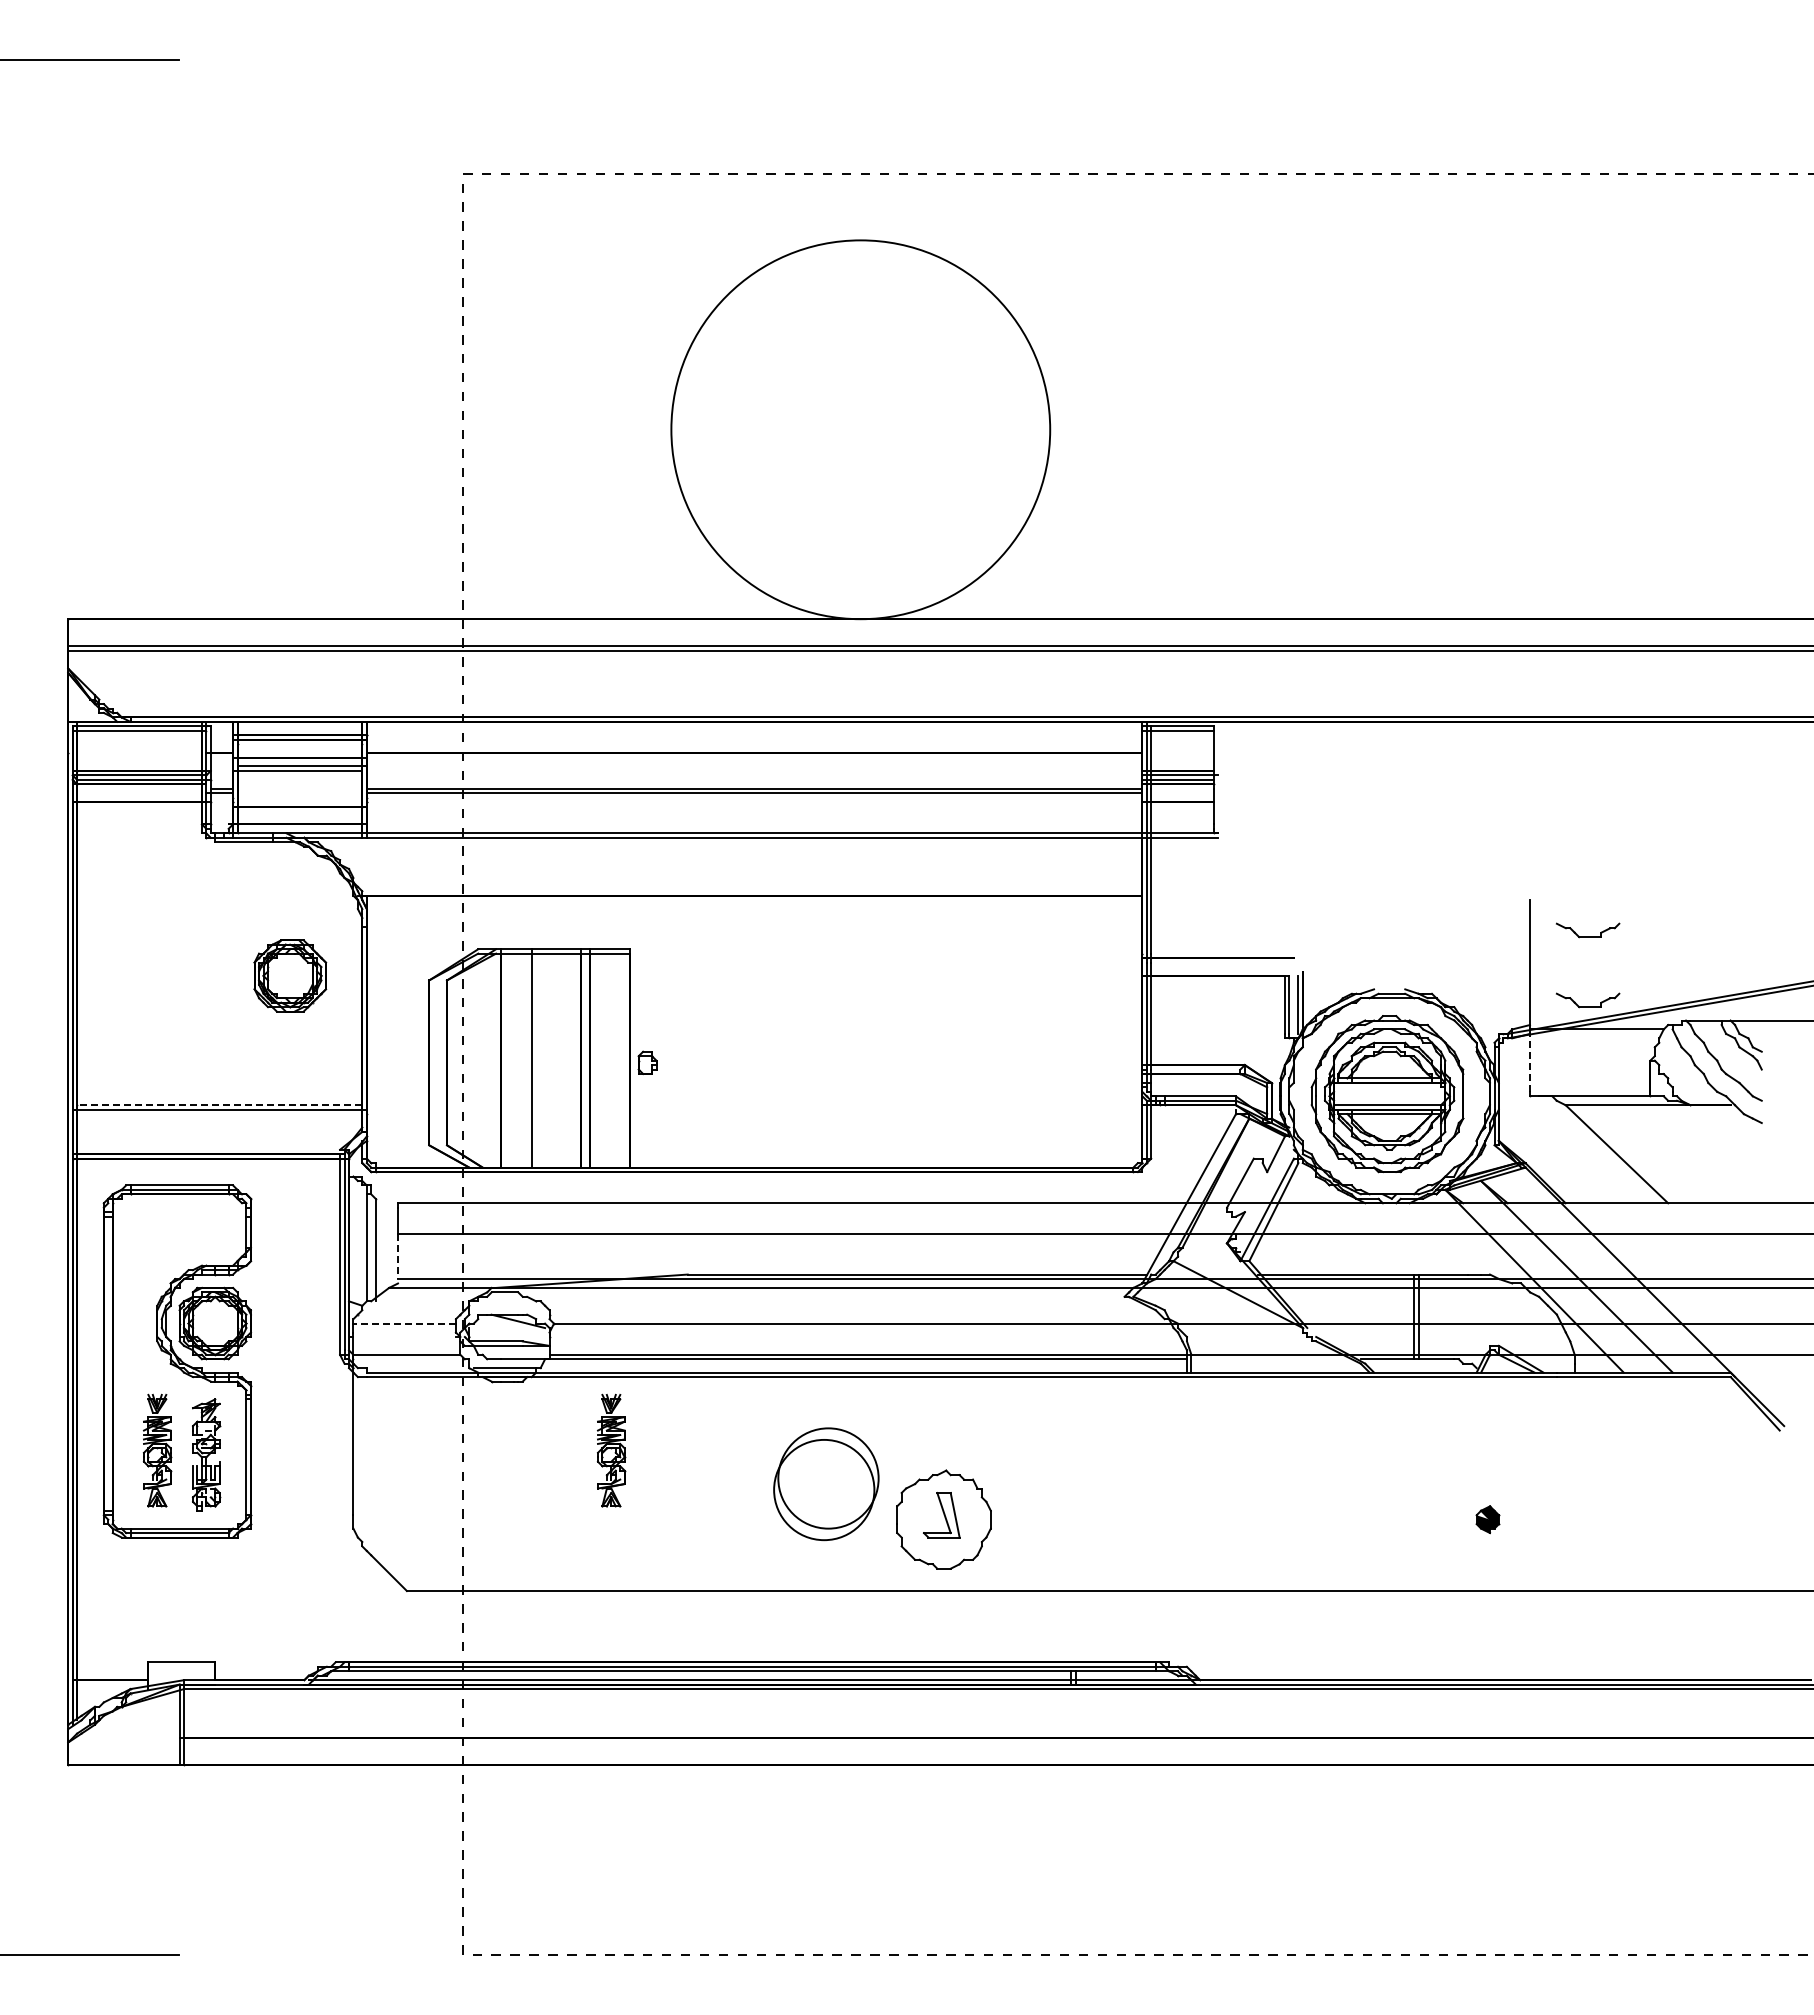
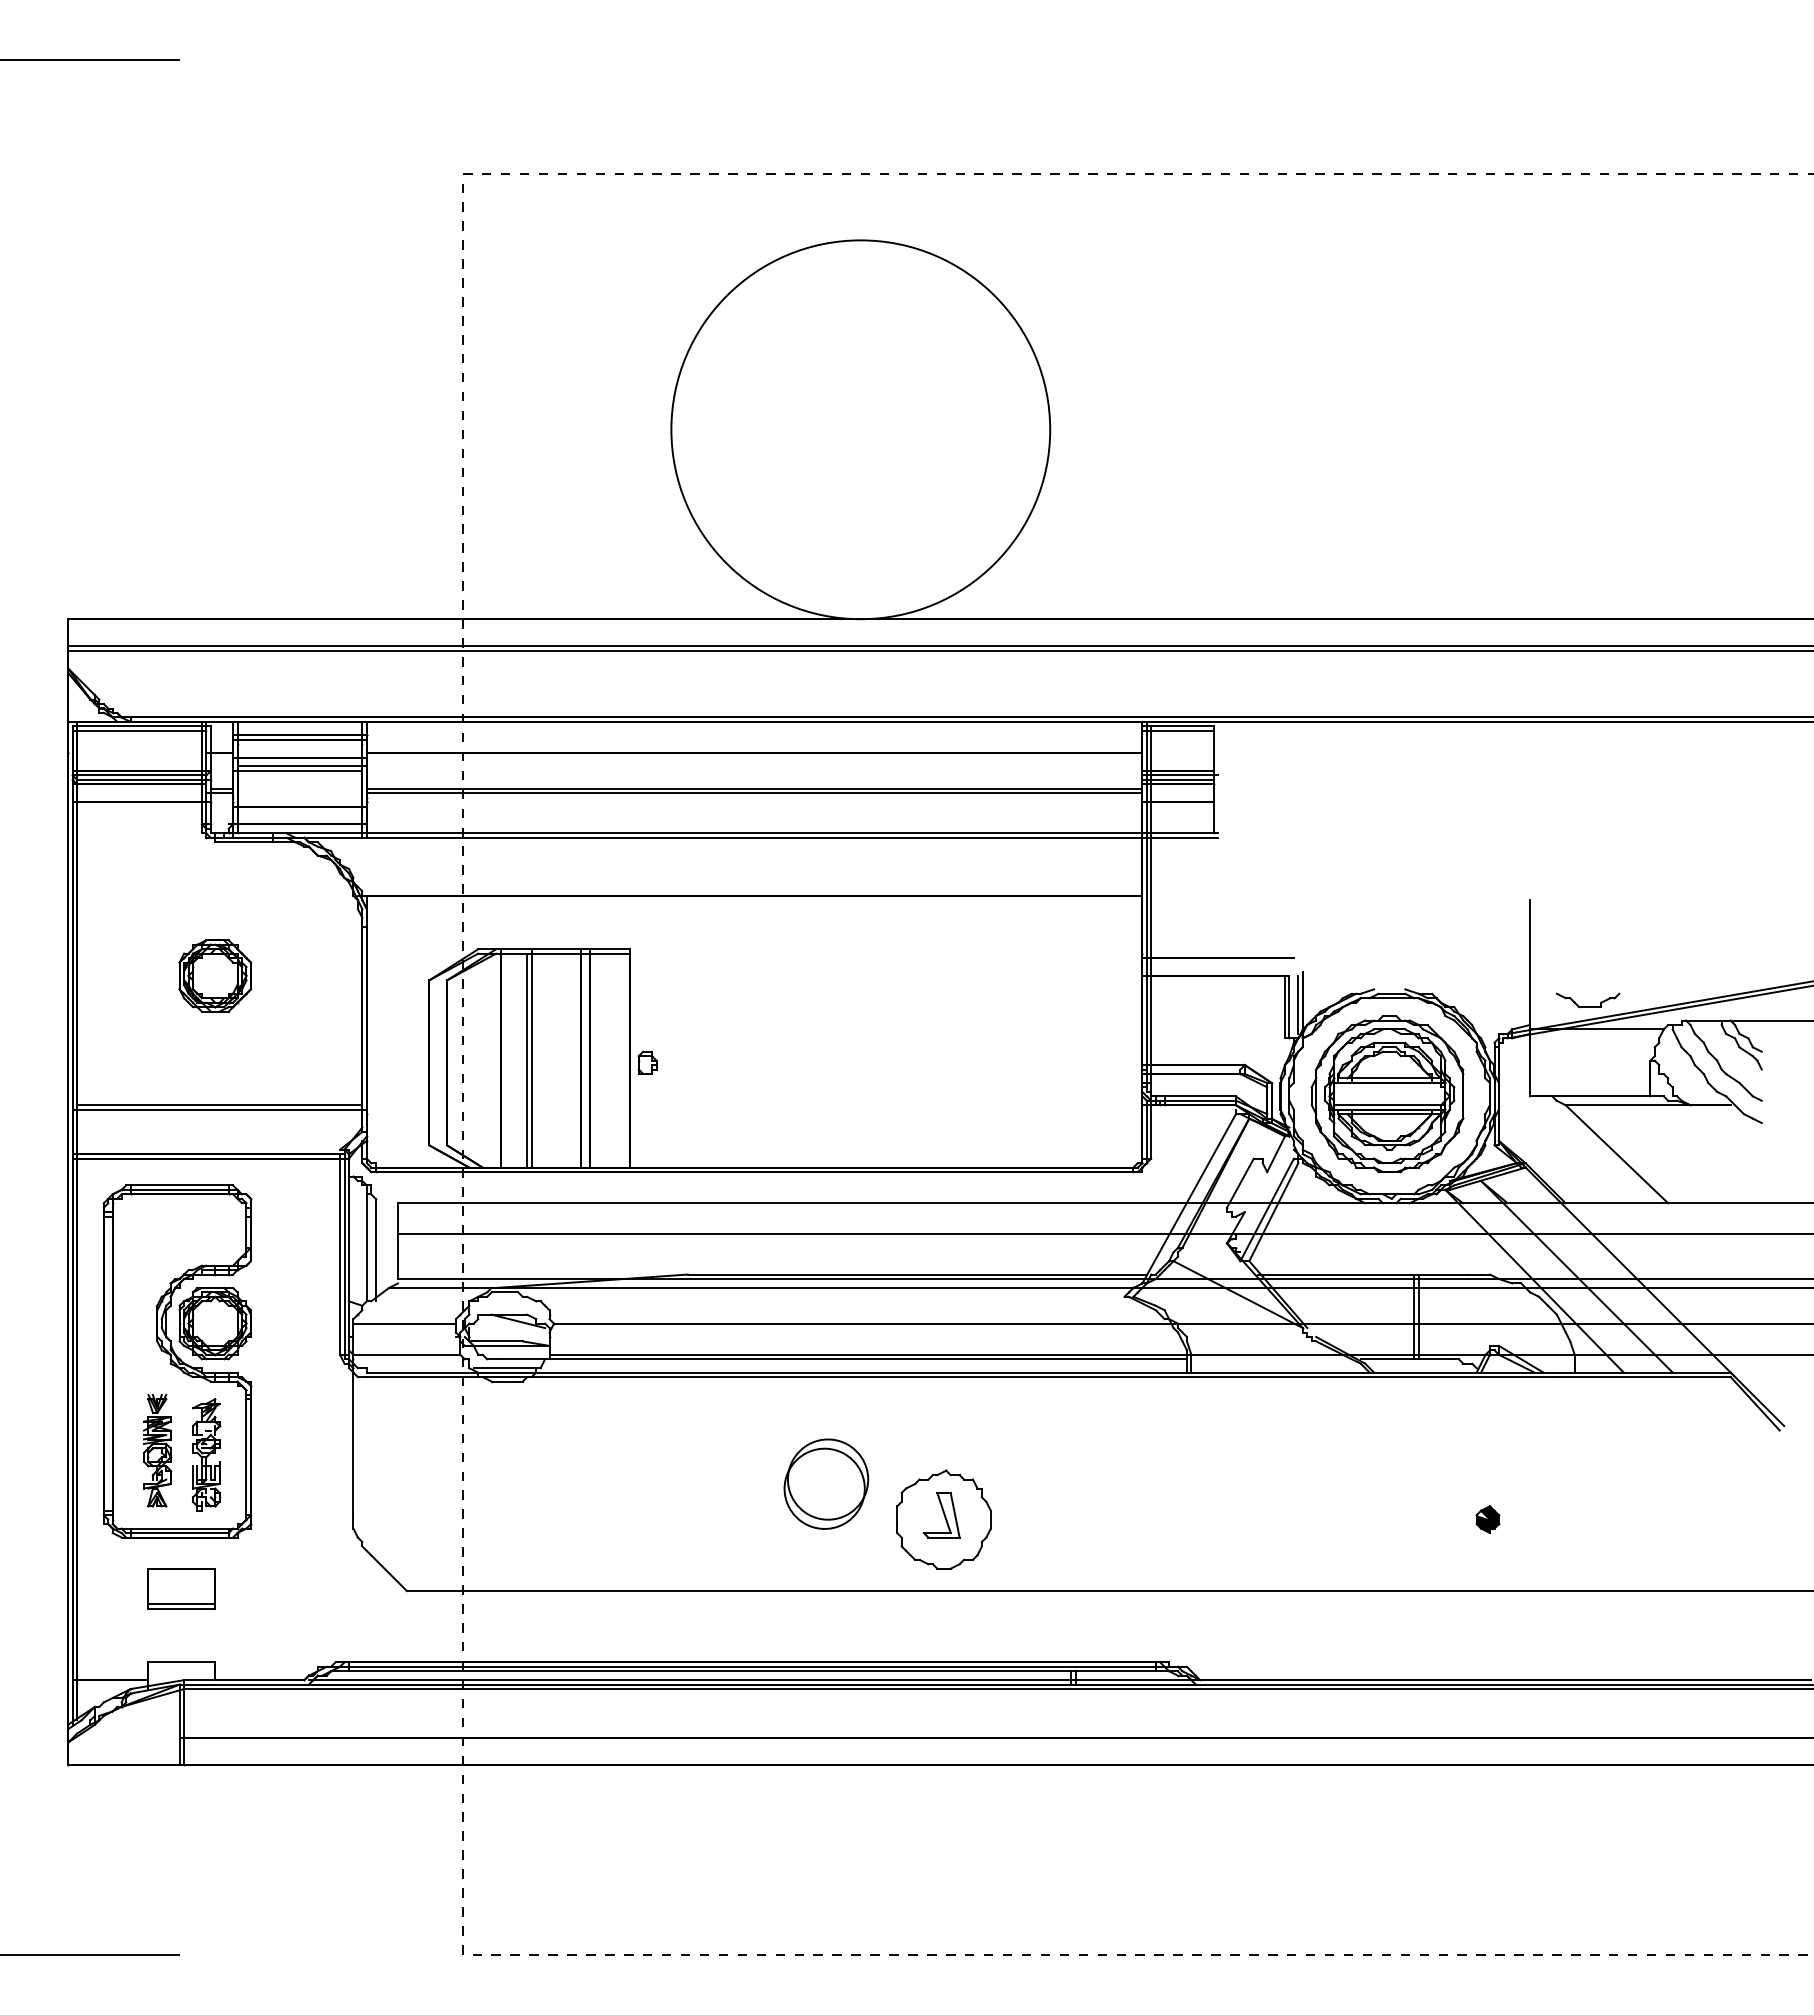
part at (1588, 930): present -> none
part at (290, 975) position: (290, 975) -> (215, 975)
line at (527, 1060): none -> present
line at (1530, 1060): dashed -> solid
line at (219, 1105): dashed -> solid
line at (398, 1257): dashed -> solid
line at (404, 1323): dashed -> solid
part at (611, 1450): present -> none
part at (826, 1484) size: 107x115 px -> 87x92 px
part at (181, 1588): none -> present
